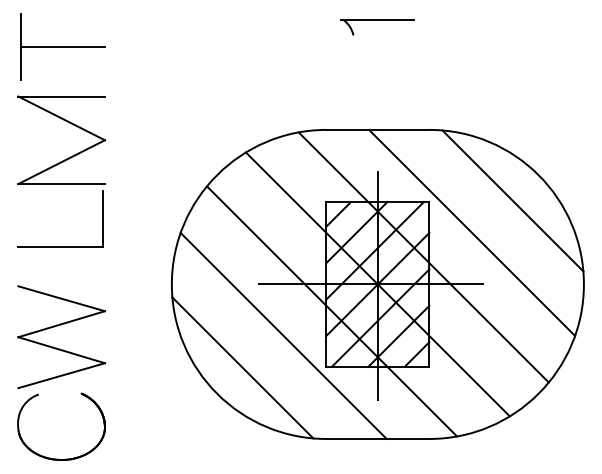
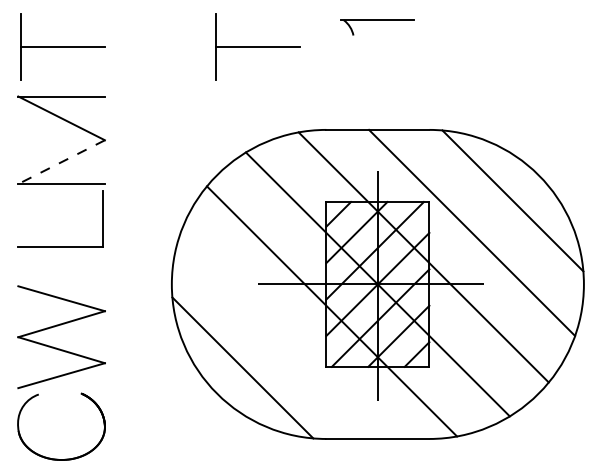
part at (257, 46): none -> present
line at (61, 162): solid -> dashed
line at (283, 335): present -> none
